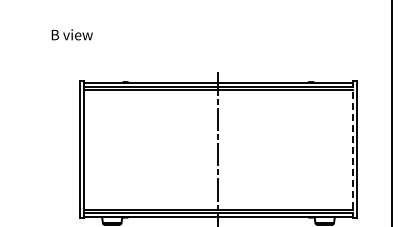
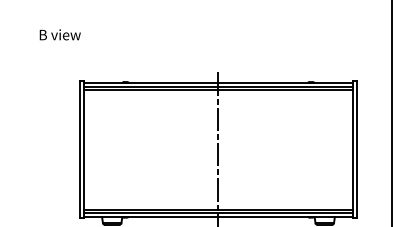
text at (71, 34) position: (71, 34) -> (59, 34)
line at (352, 149): dashed -> solid
